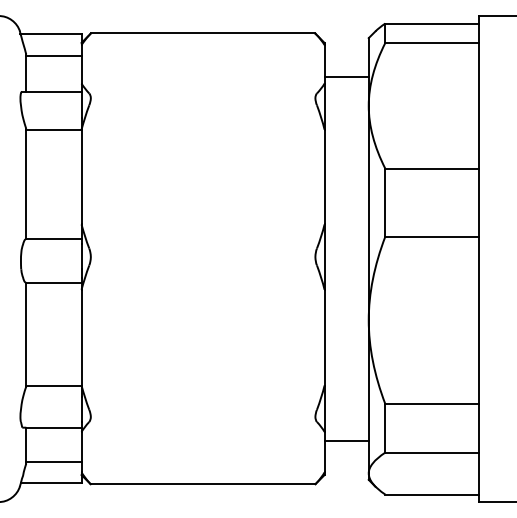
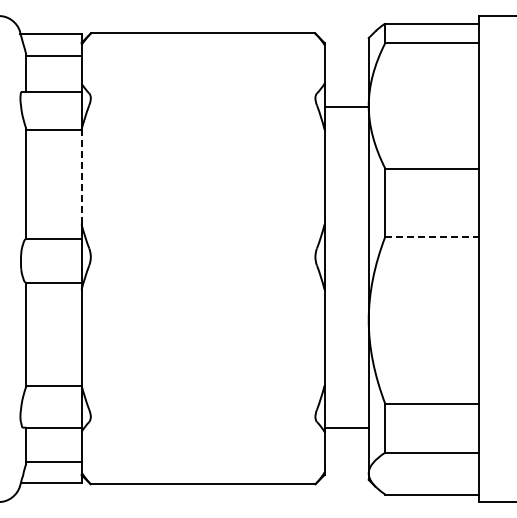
line at (346, 76) position: (346, 76) -> (346, 106)
line at (81, 176): solid -> dashed
line at (432, 236): solid -> dashed
line at (346, 441) position: (346, 441) -> (346, 428)
